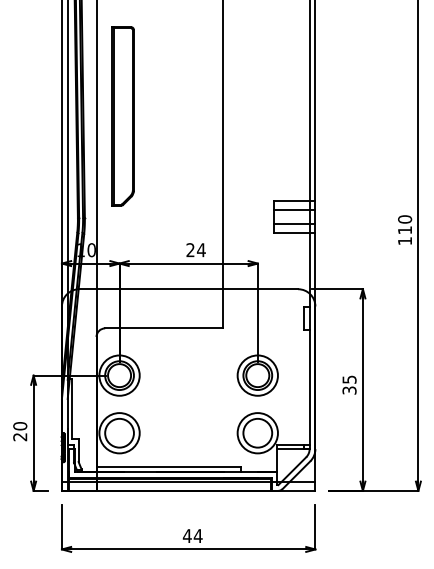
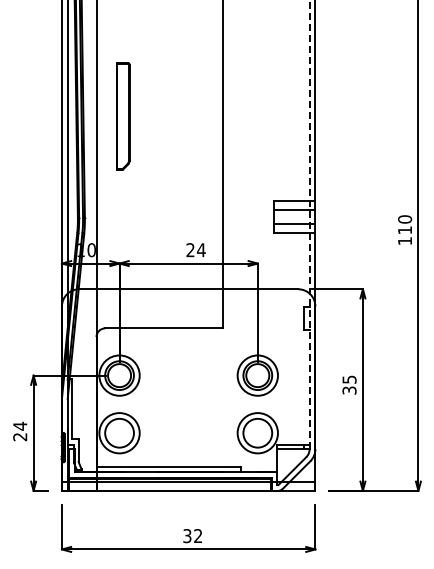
part at (122, 116) size: 24x181 px -> 15x109 px
line at (309, 225): solid -> dashed
text at (20, 425): 20 -> 24
text at (192, 536): 44 -> 32
